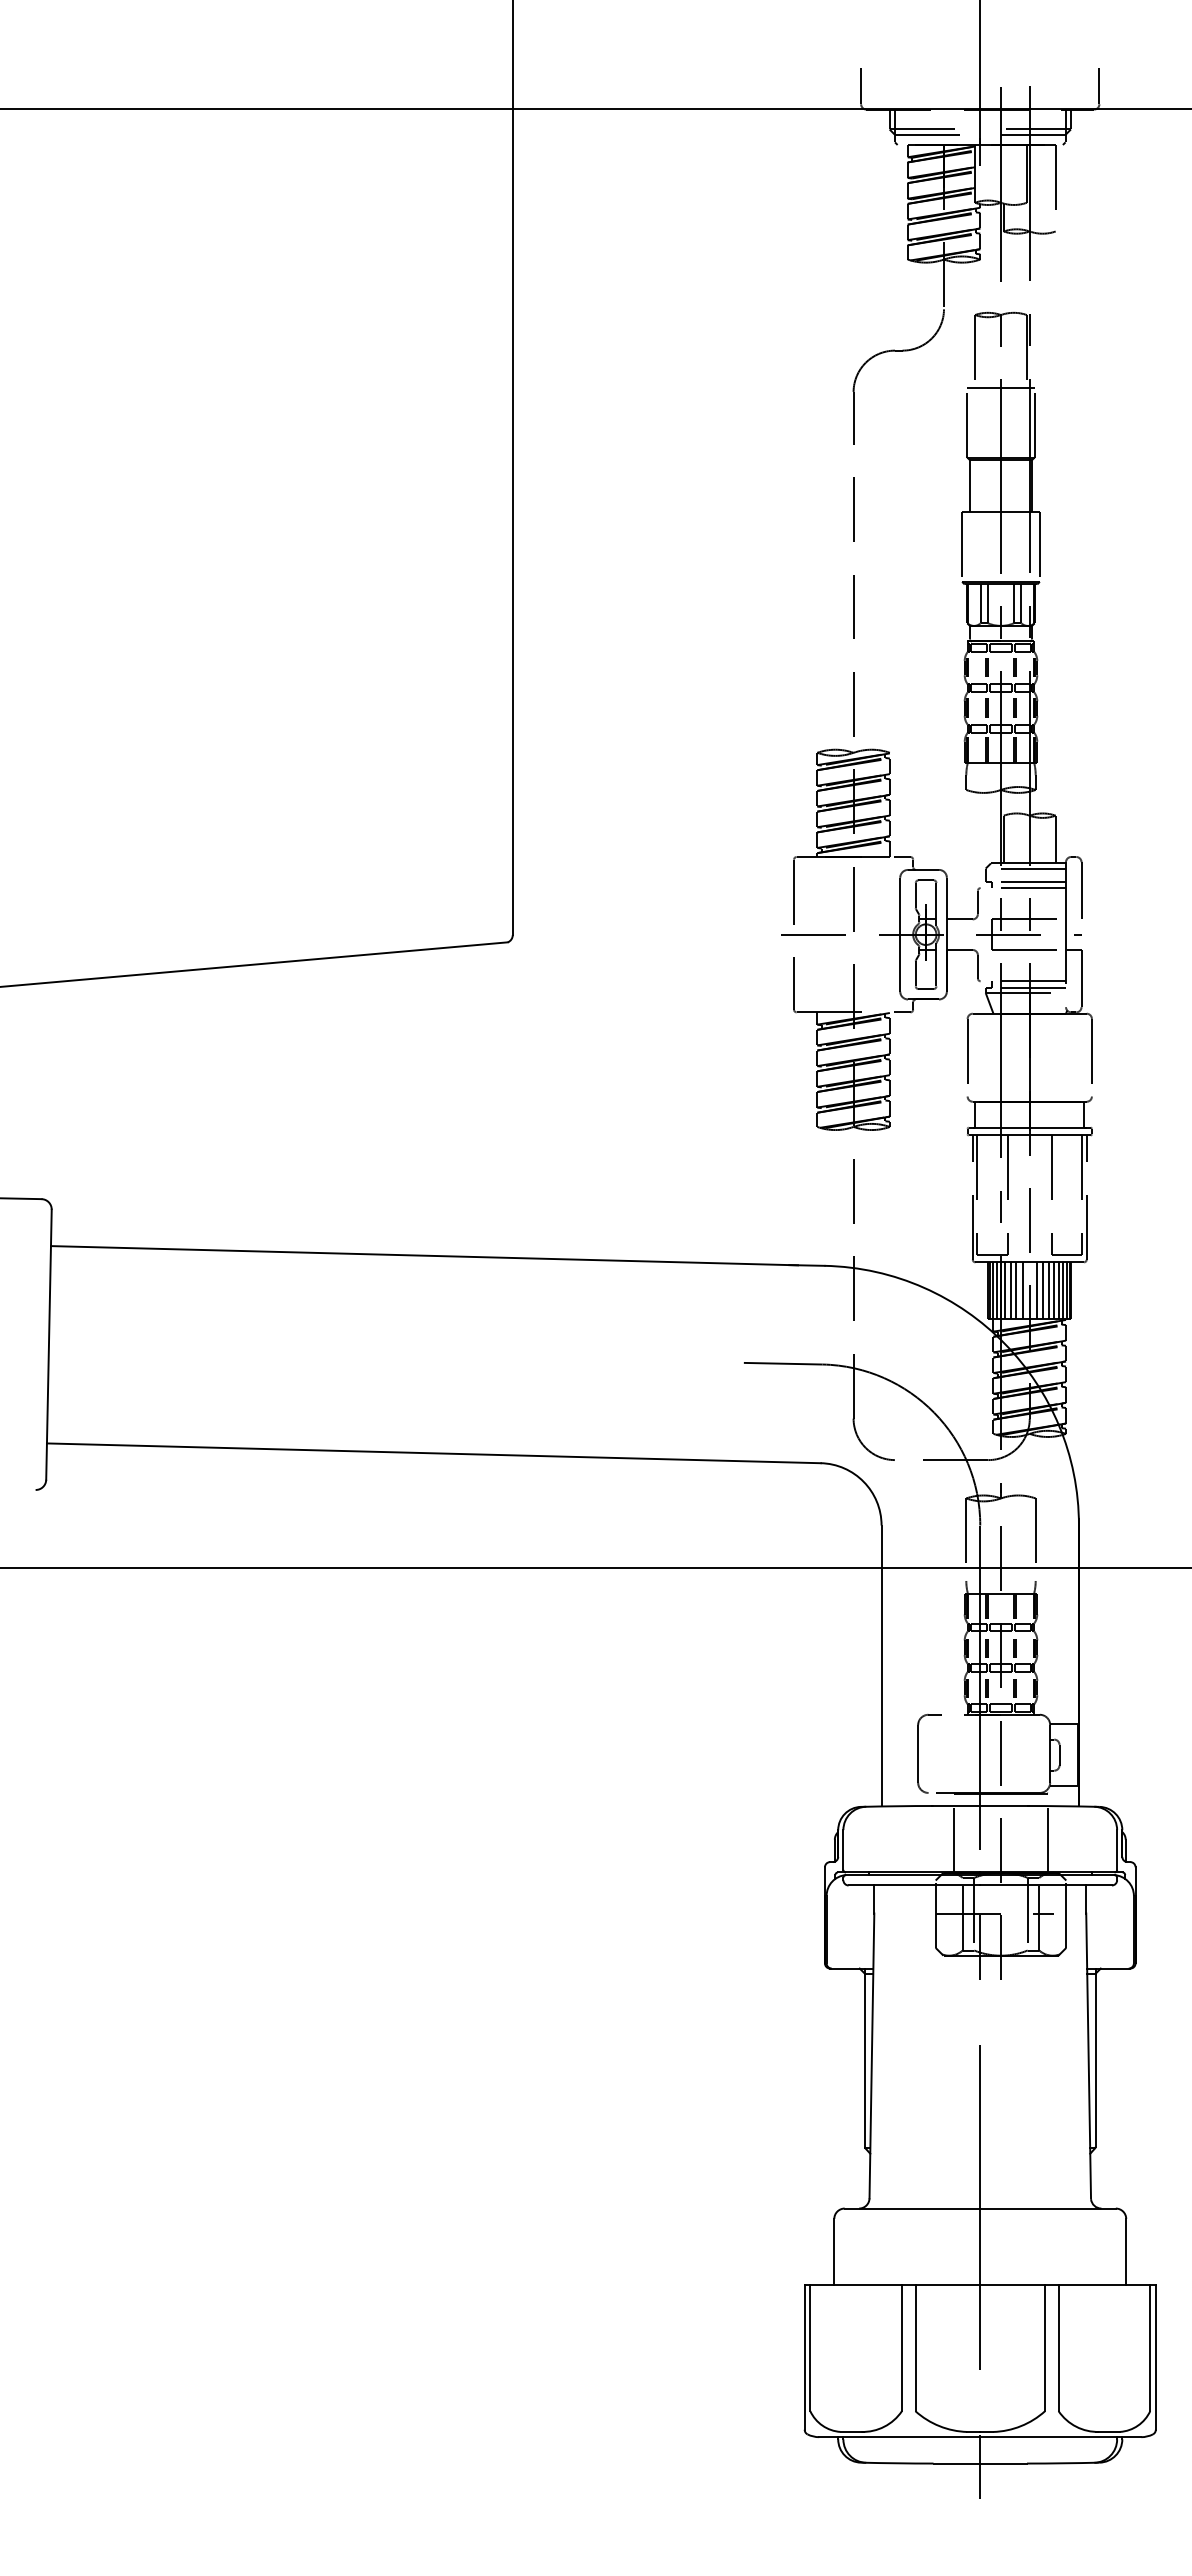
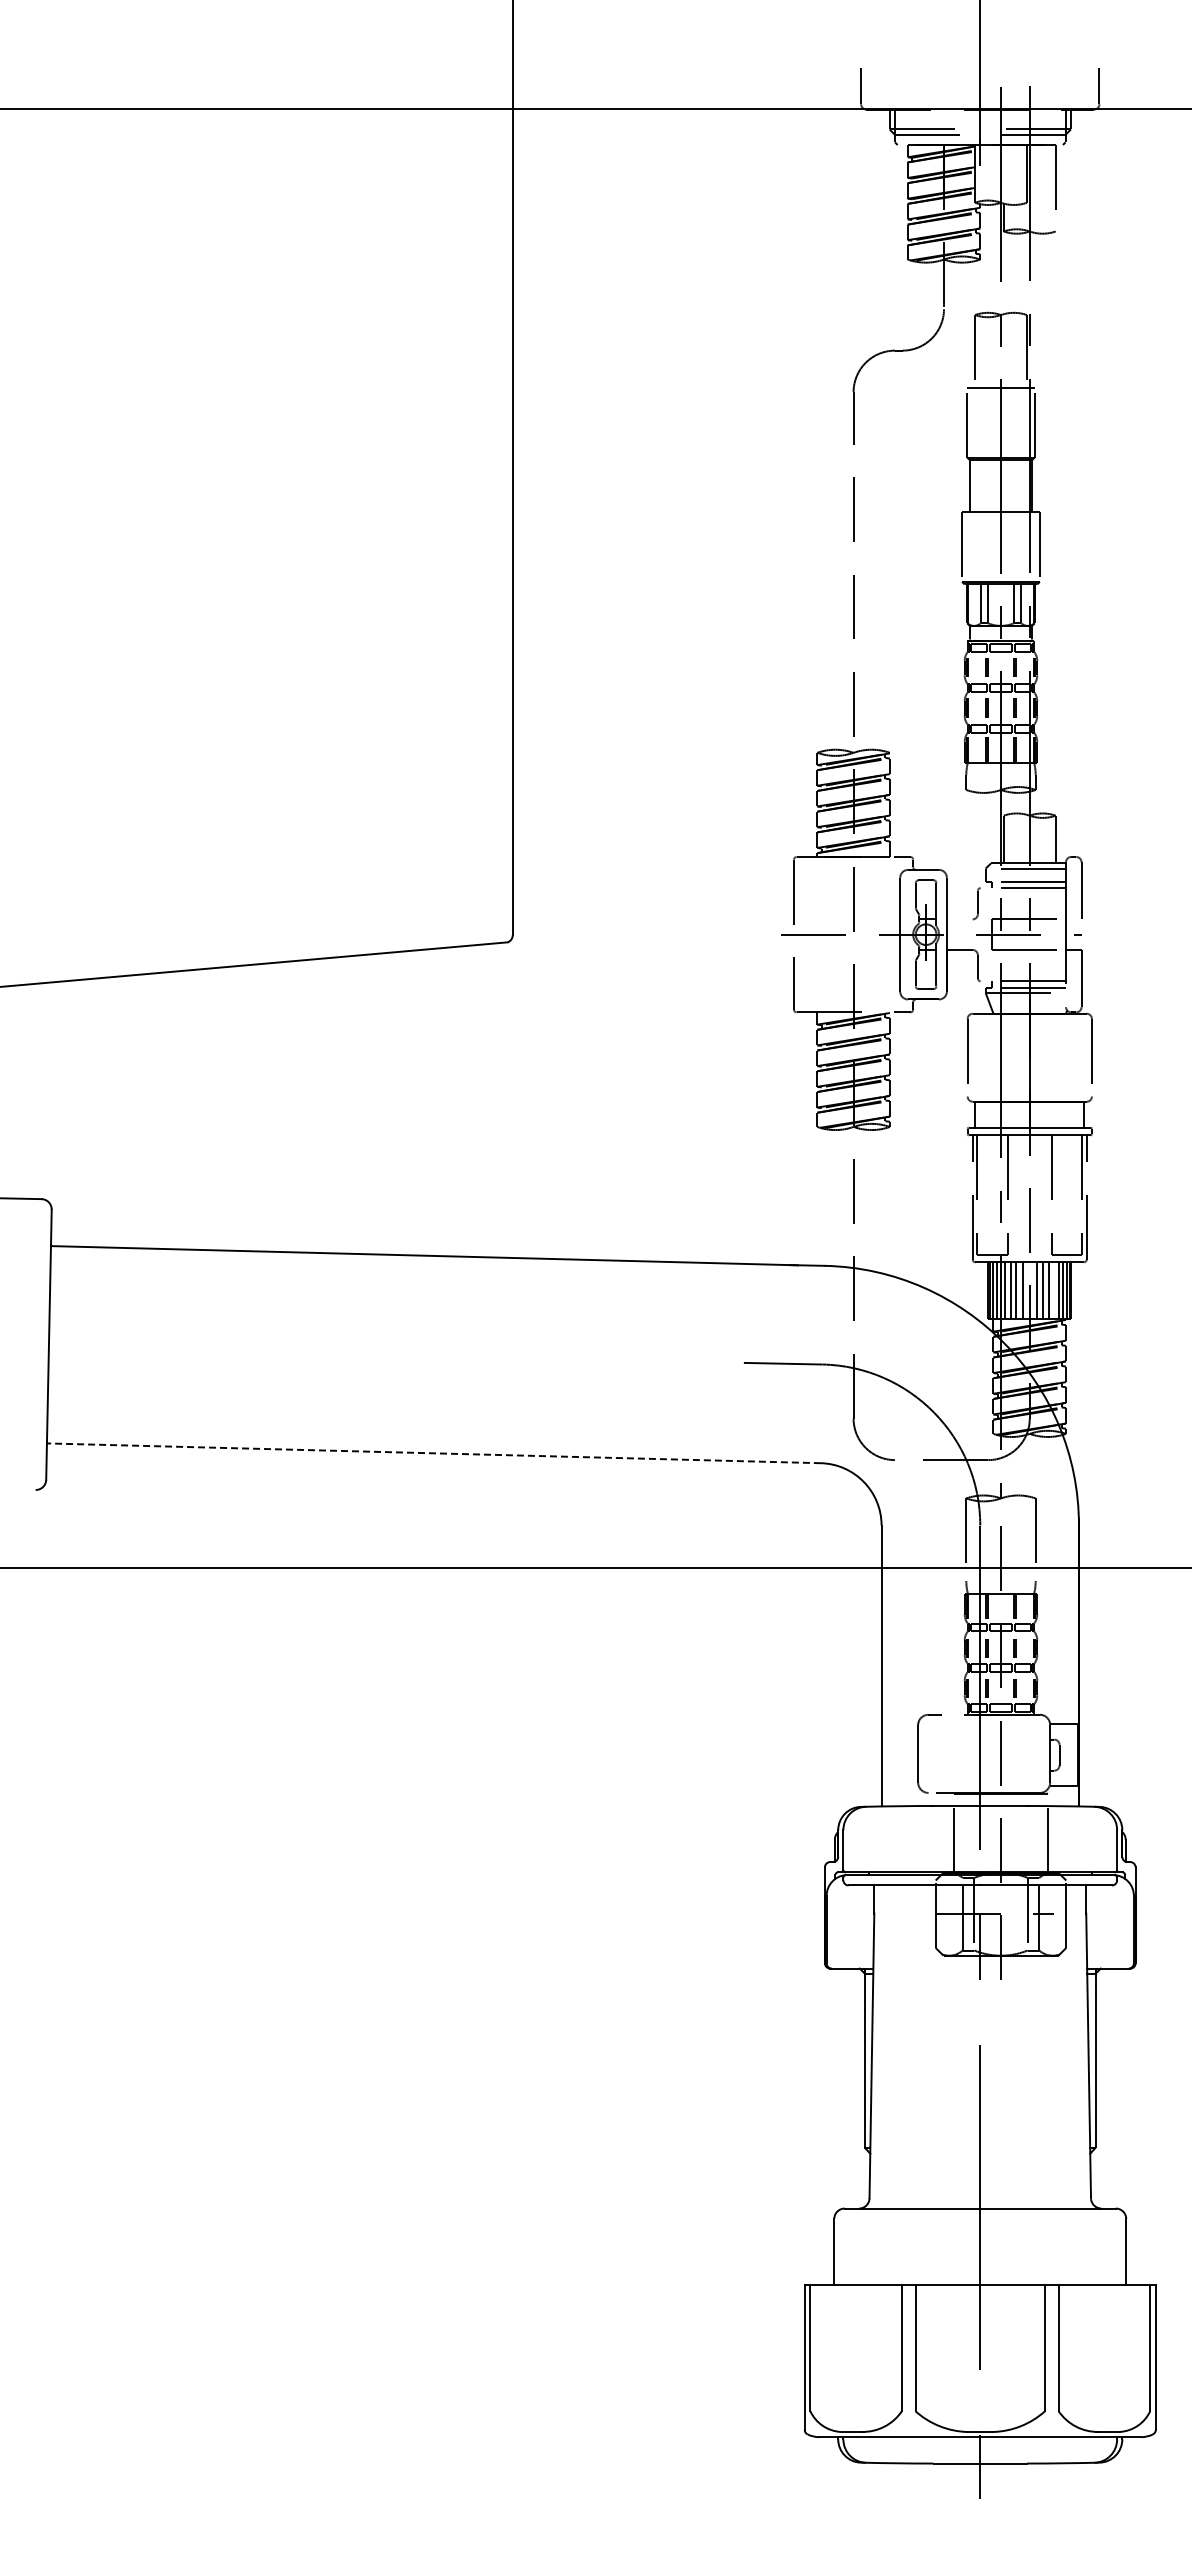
line at (959, 919): present -> none
line at (1054, 1290): present -> none
line at (433, 1453): solid -> dashed
